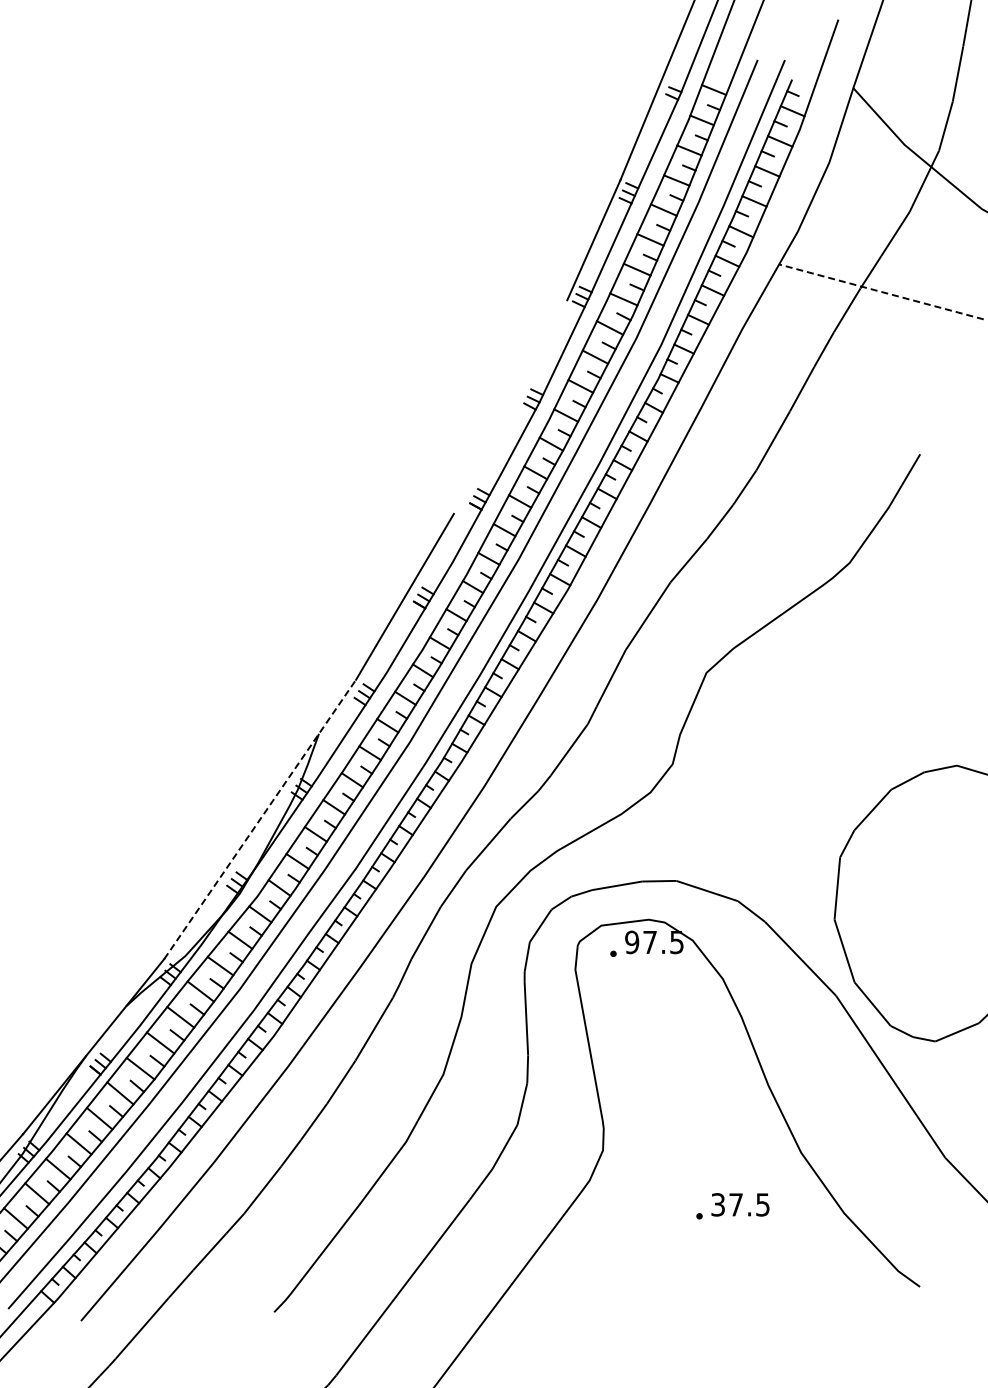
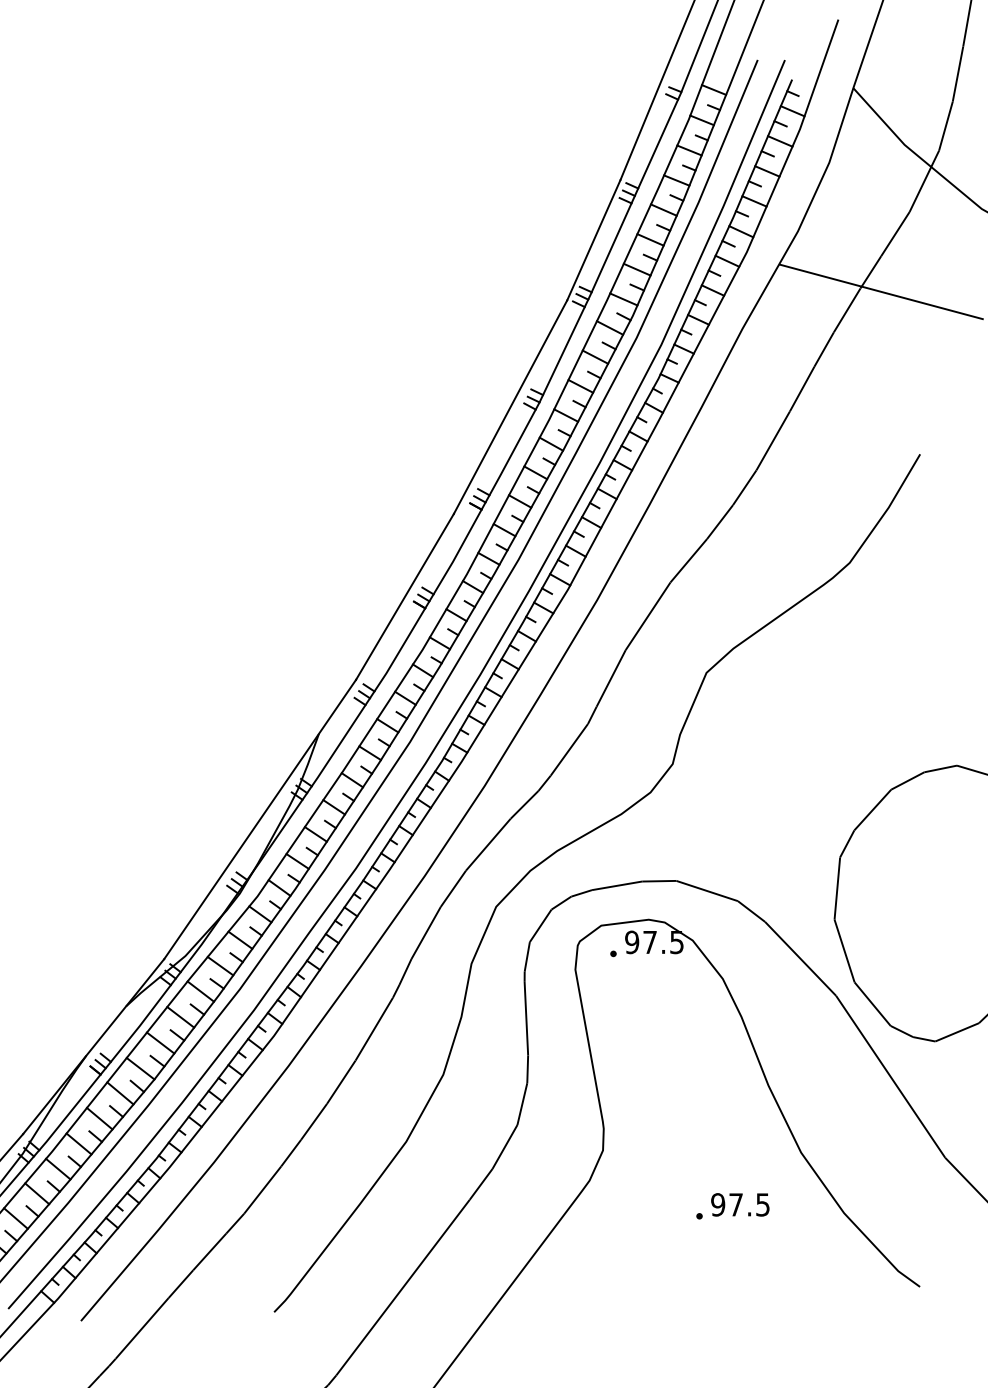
line at (881, 291): dashed -> solid
line at (510, 406): none -> present
line at (260, 819): dashed -> solid
text at (718, 1204): 37.5 -> 97.5
